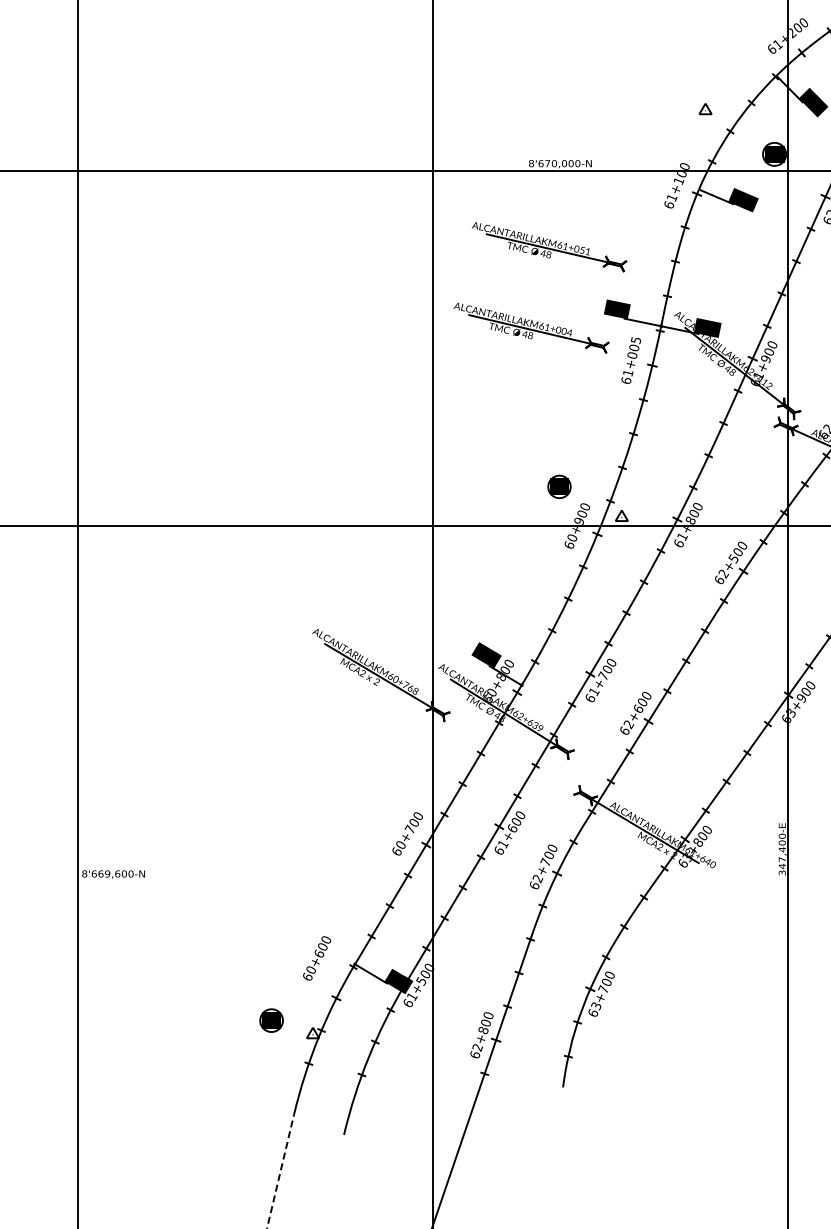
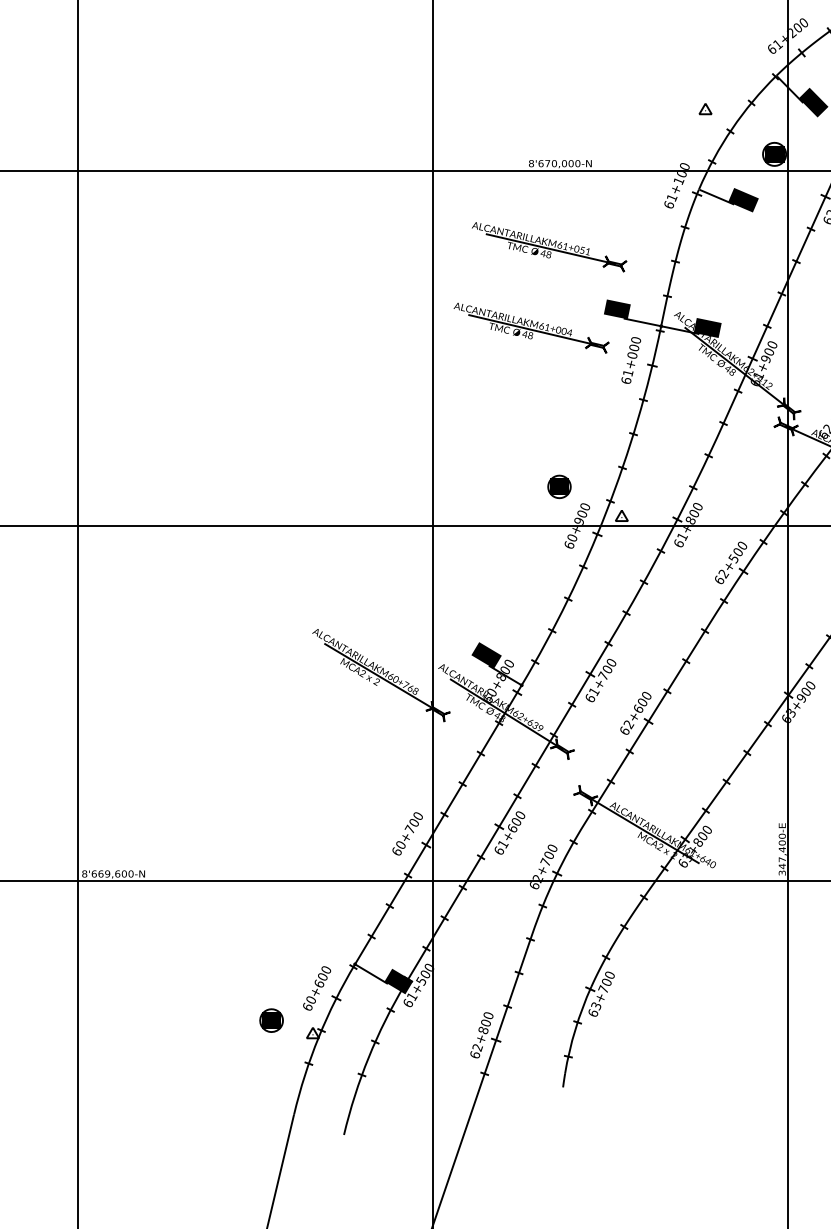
text at (635, 340): 61+005 -> 61+000
line at (414, 881): none -> present
text at (317, 958) position: (317, 958) -> (317, 988)
line at (280, 1171): dashed -> solid
